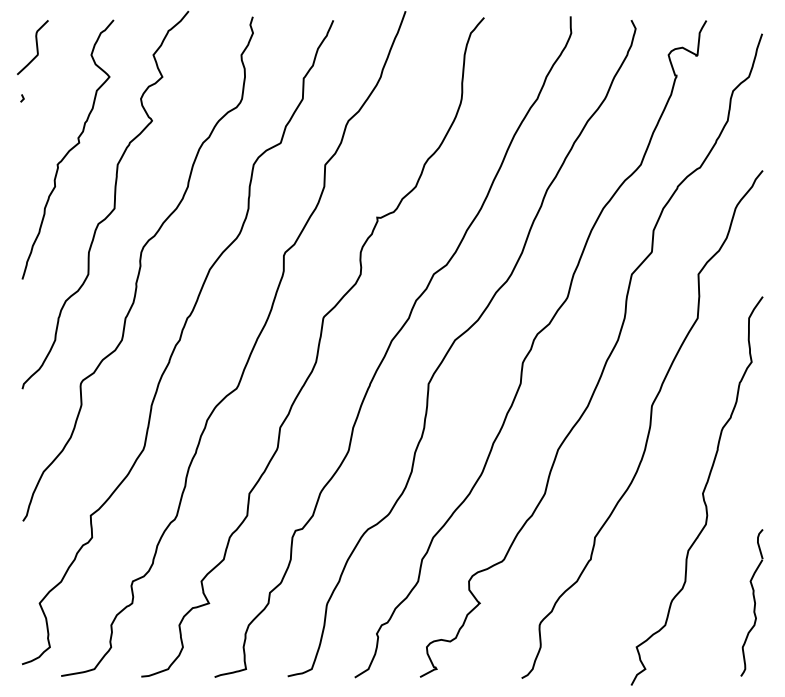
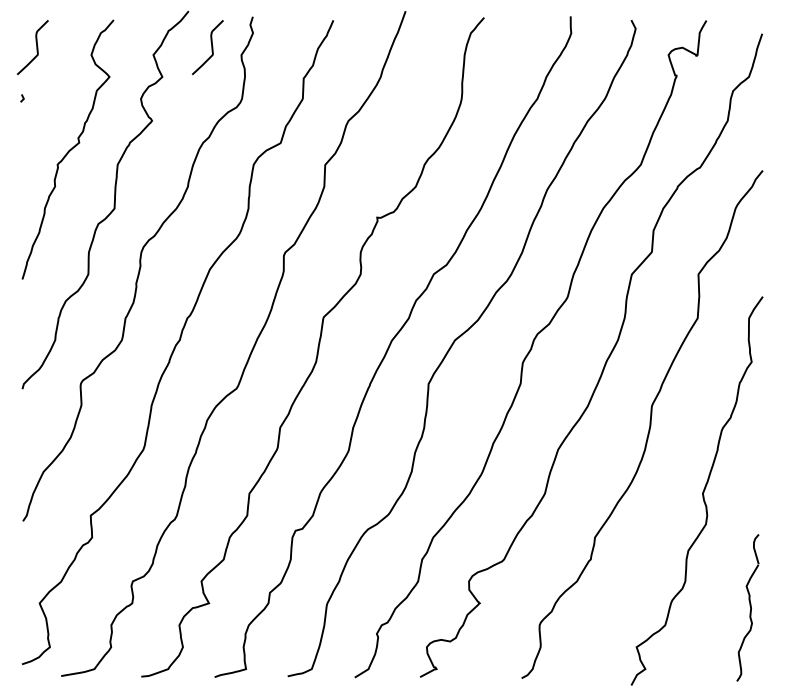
curve at (211, 47): none -> present
part at (751, 602) position: (751, 602) -> (747, 607)
